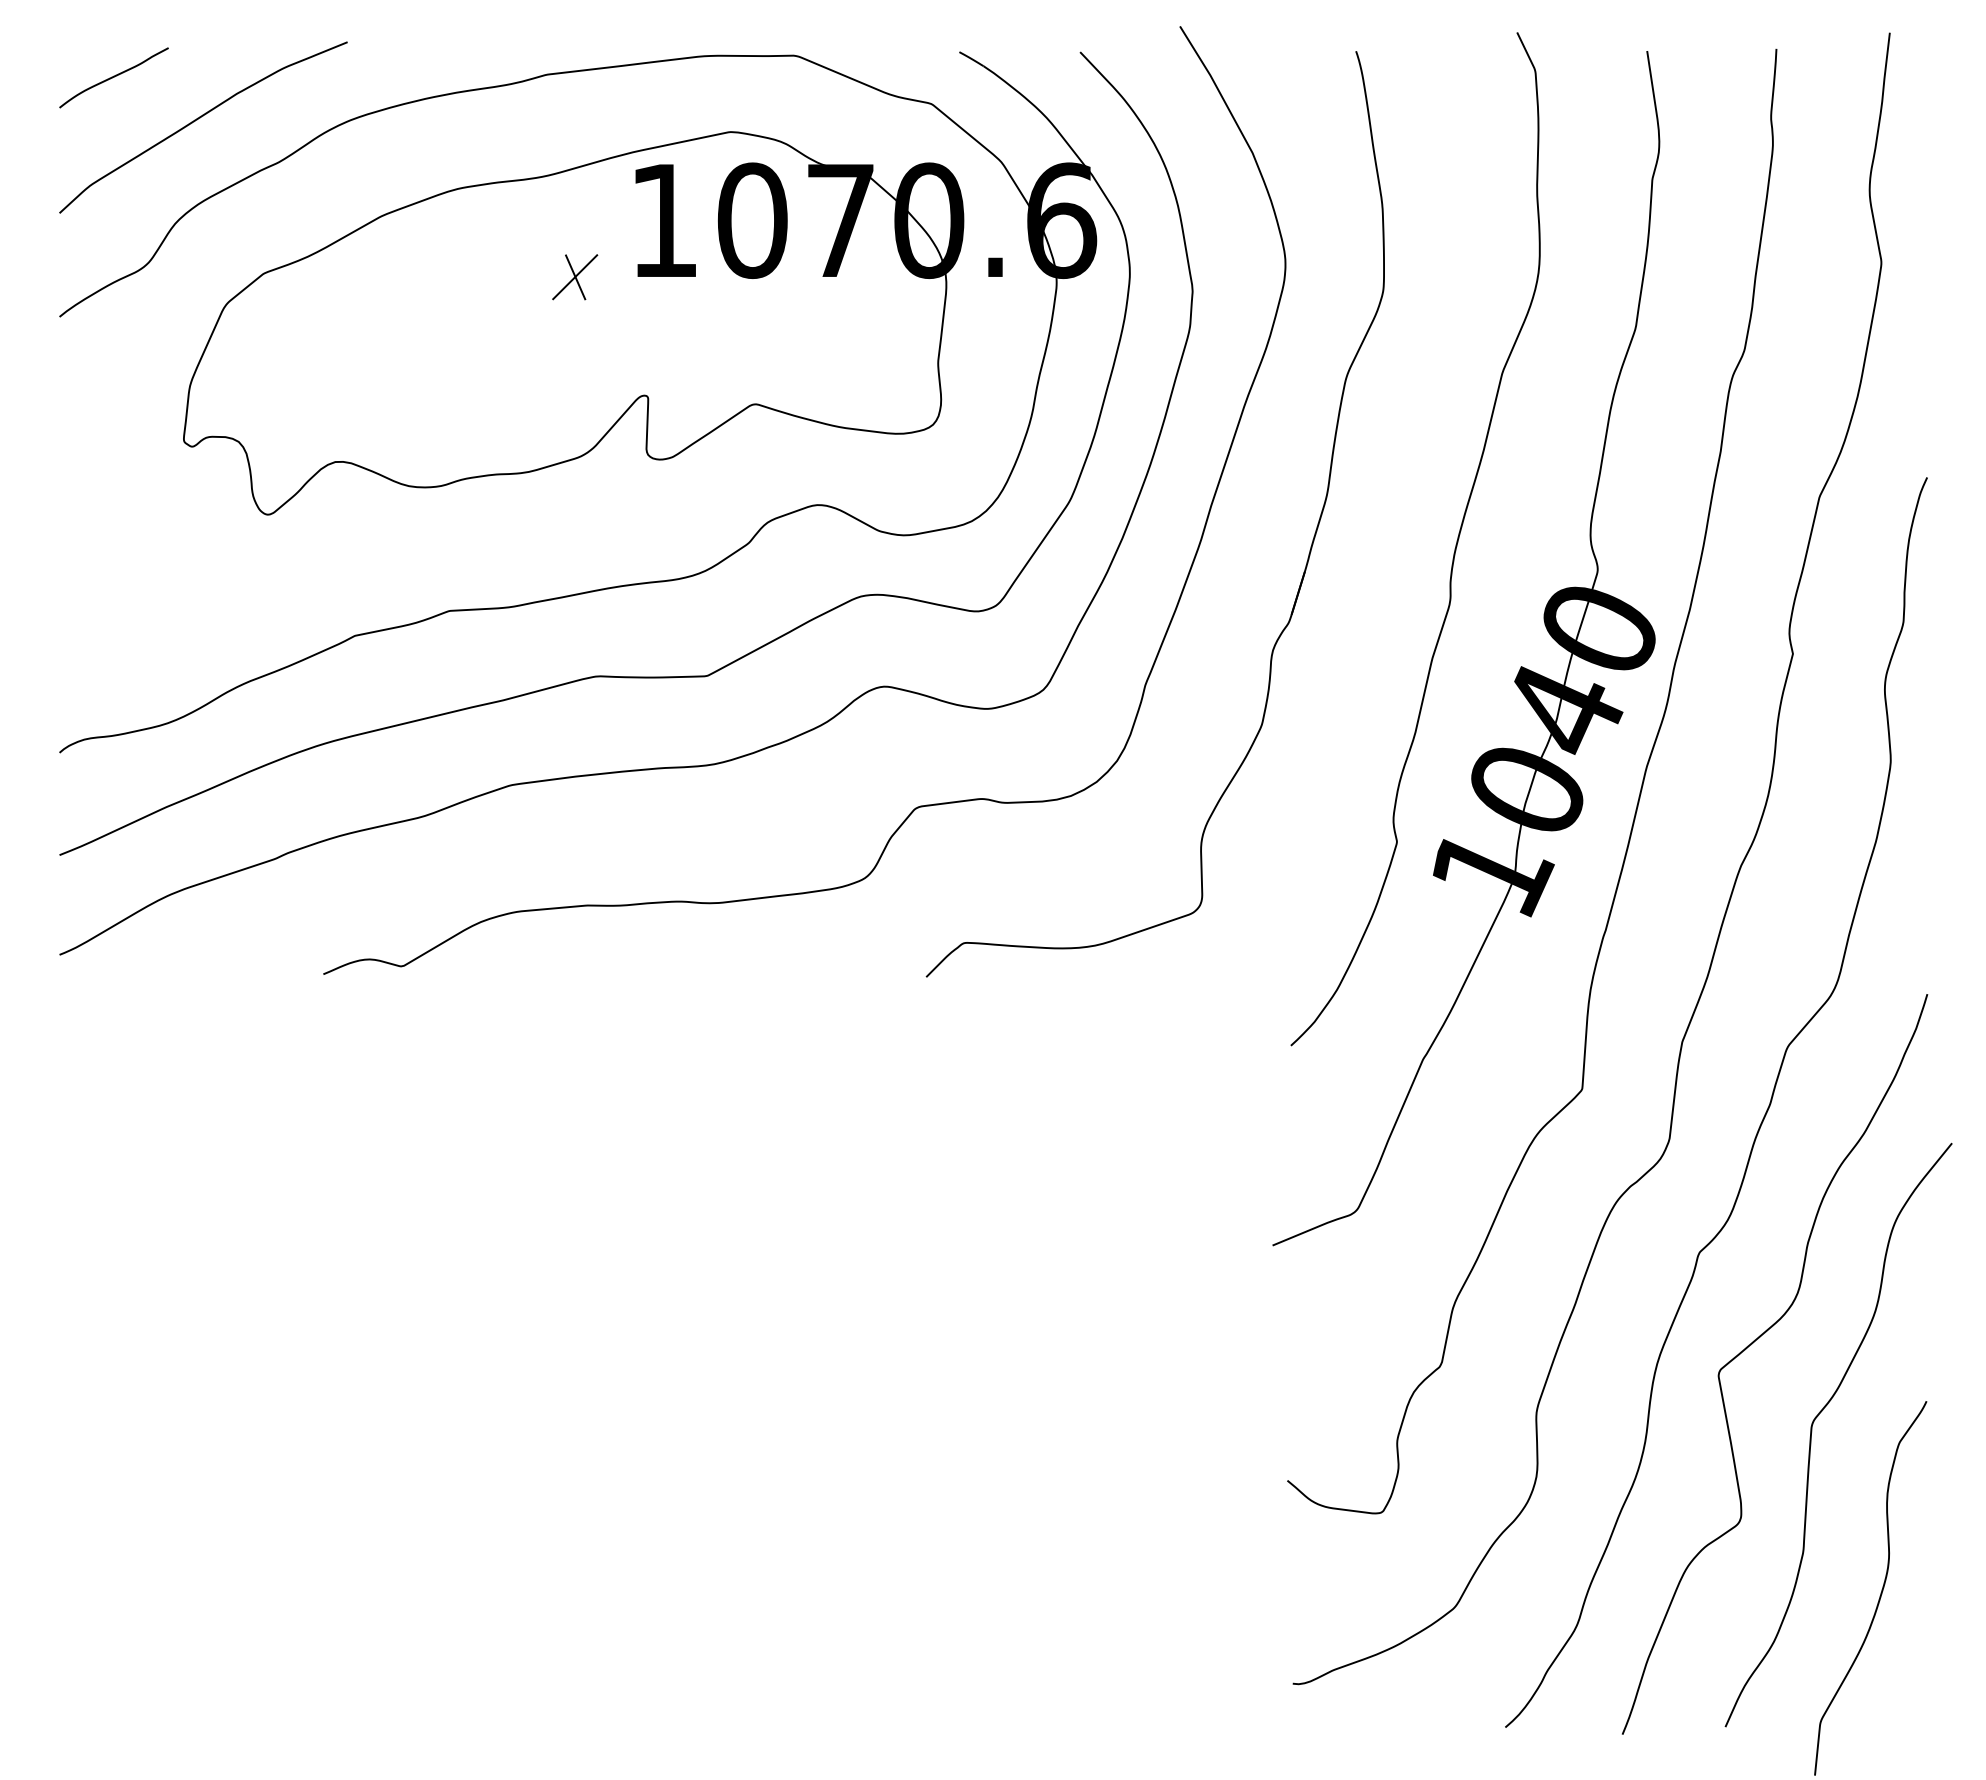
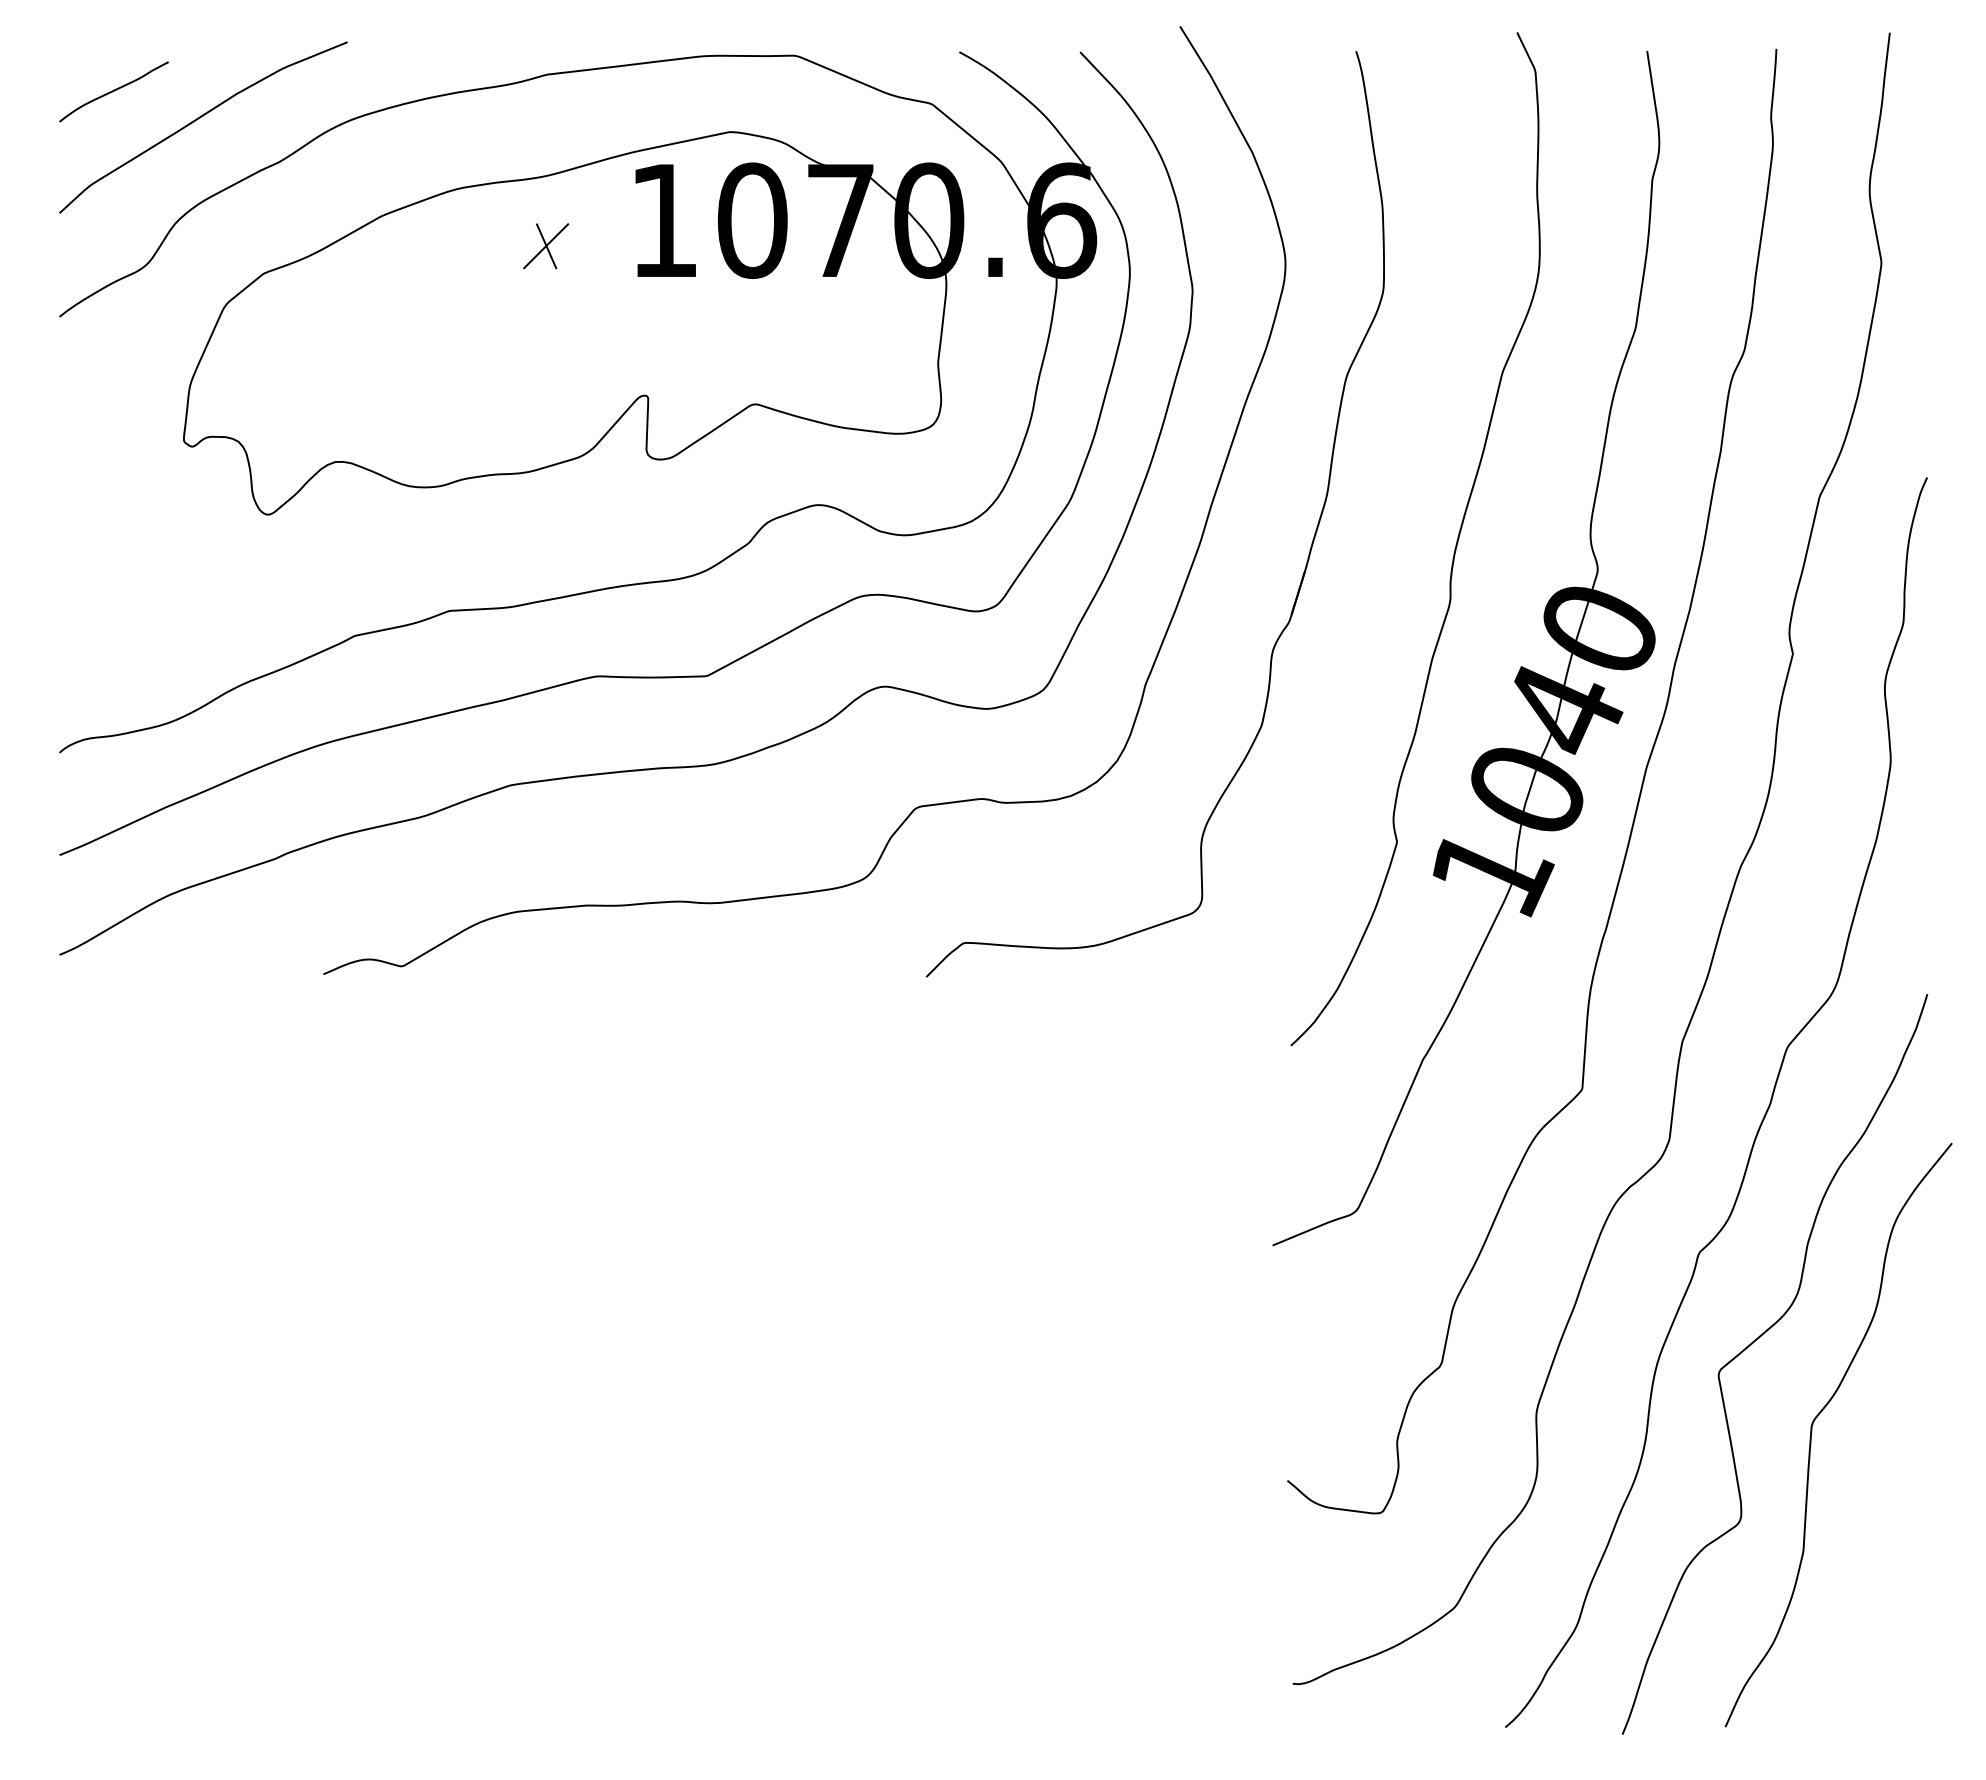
curve at (113, 77) position: (113, 77) -> (113, 91)
part at (575, 277) position: (575, 277) -> (546, 246)
curve at (1880, 1592): present -> none
